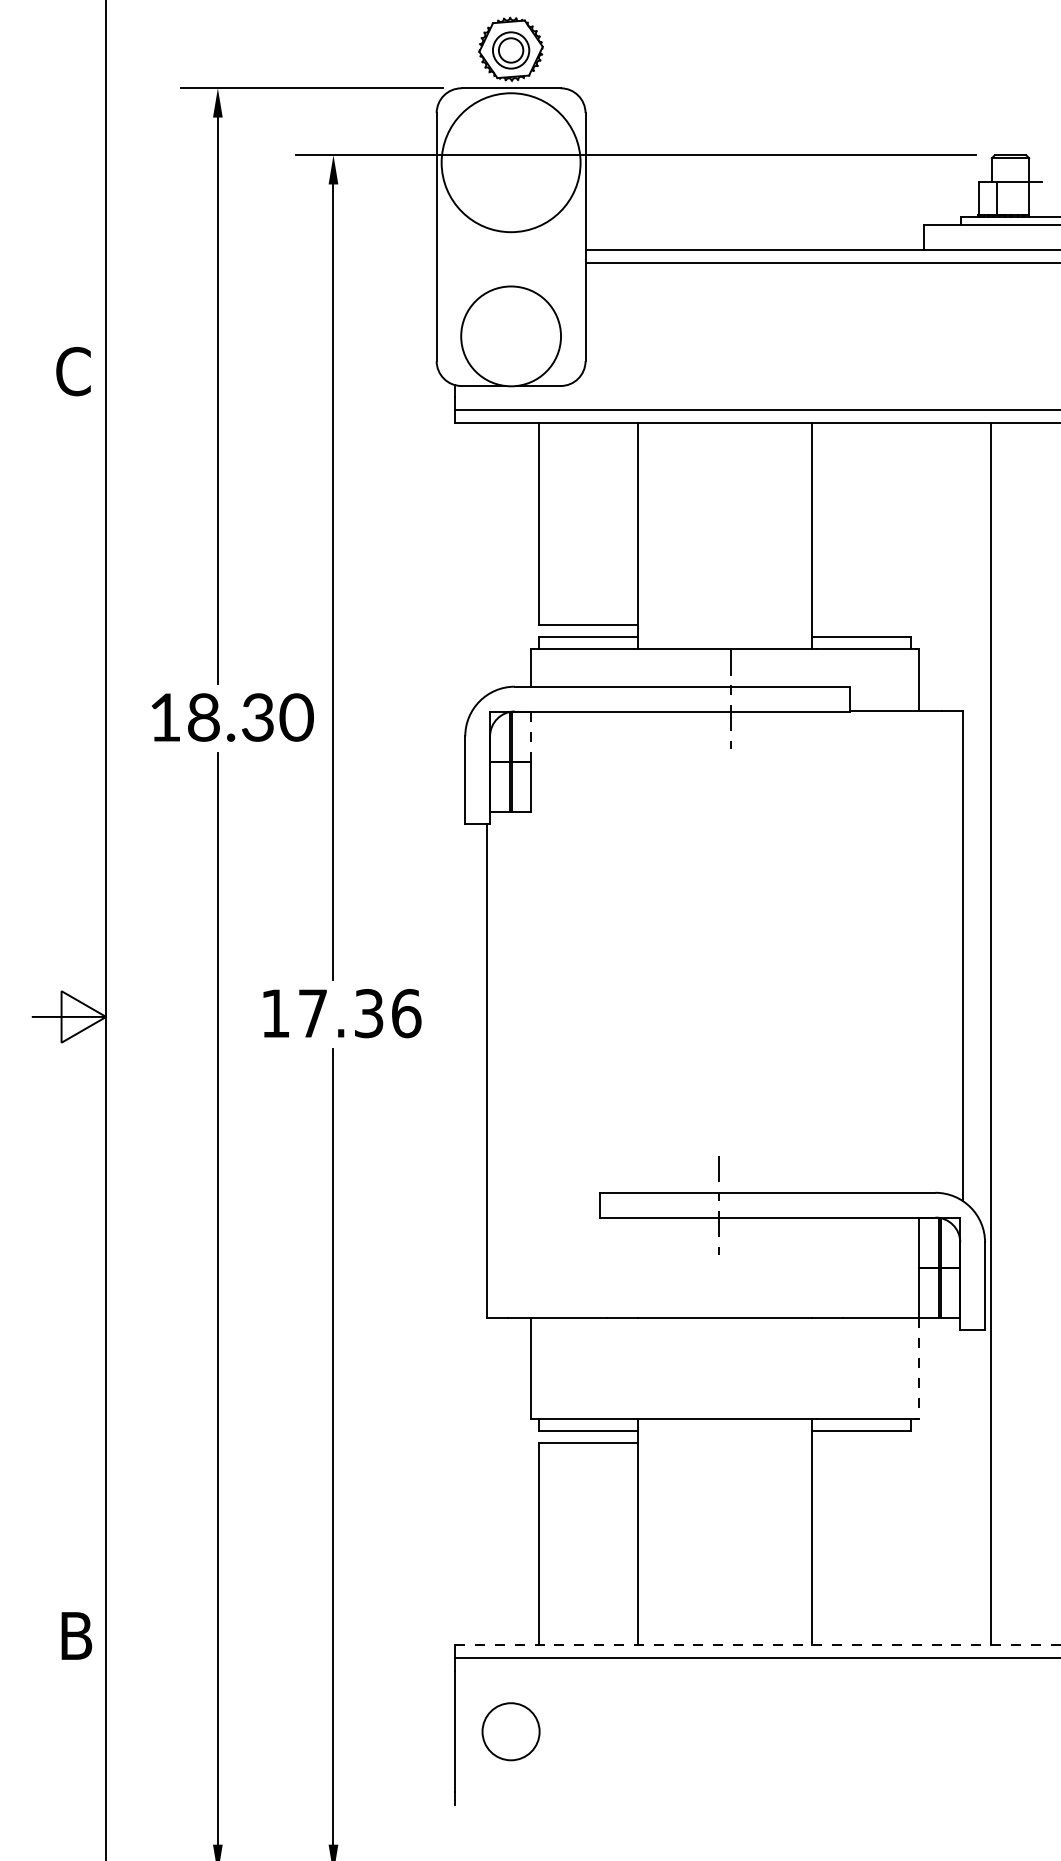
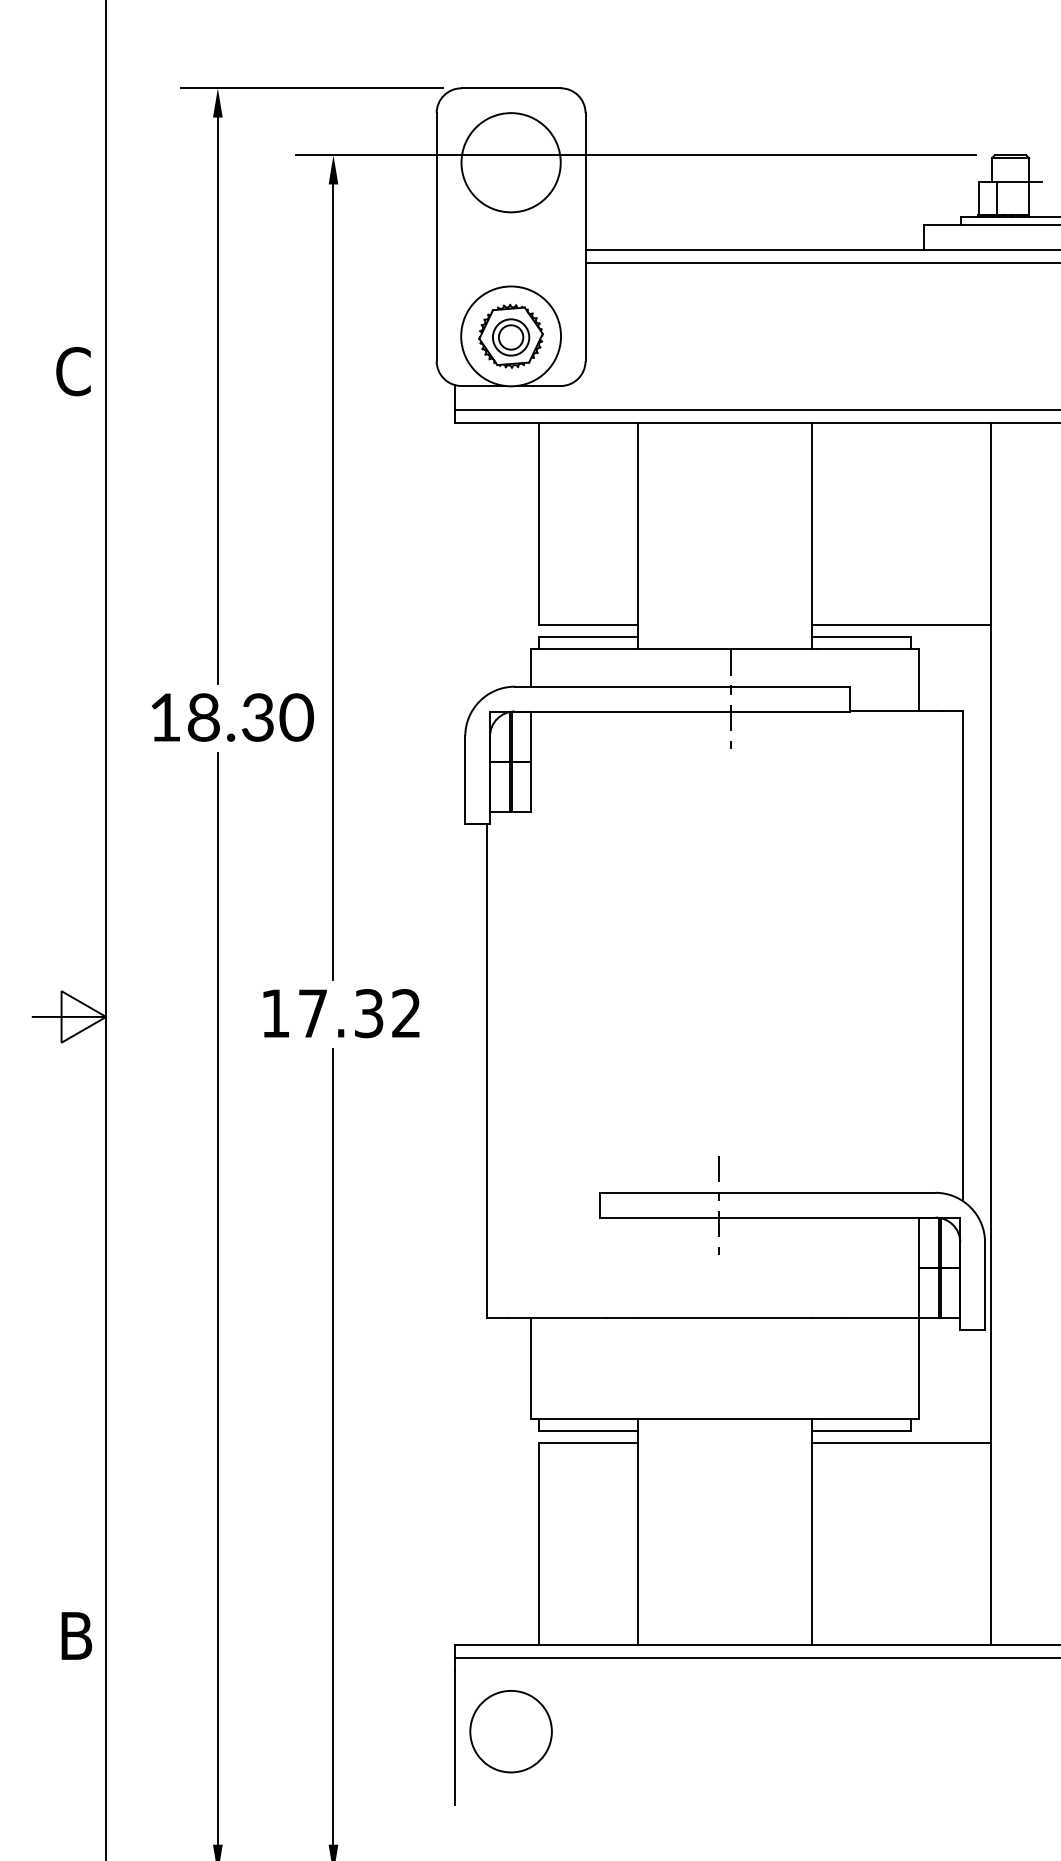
part at (510, 48) position: (510, 48) -> (510, 335)
circle at (510, 162) diameter: 139 px -> 99 px
line at (901, 624): none -> present
line at (531, 736): dashed -> solid
text at (406, 1013): 17.36 -> 17.32
line at (919, 1368): dashed -> solid
line at (901, 1443): none -> present
line at (758, 1644): dashed -> solid
circle at (510, 1731) size: 60x60 px -> 84x84 px
